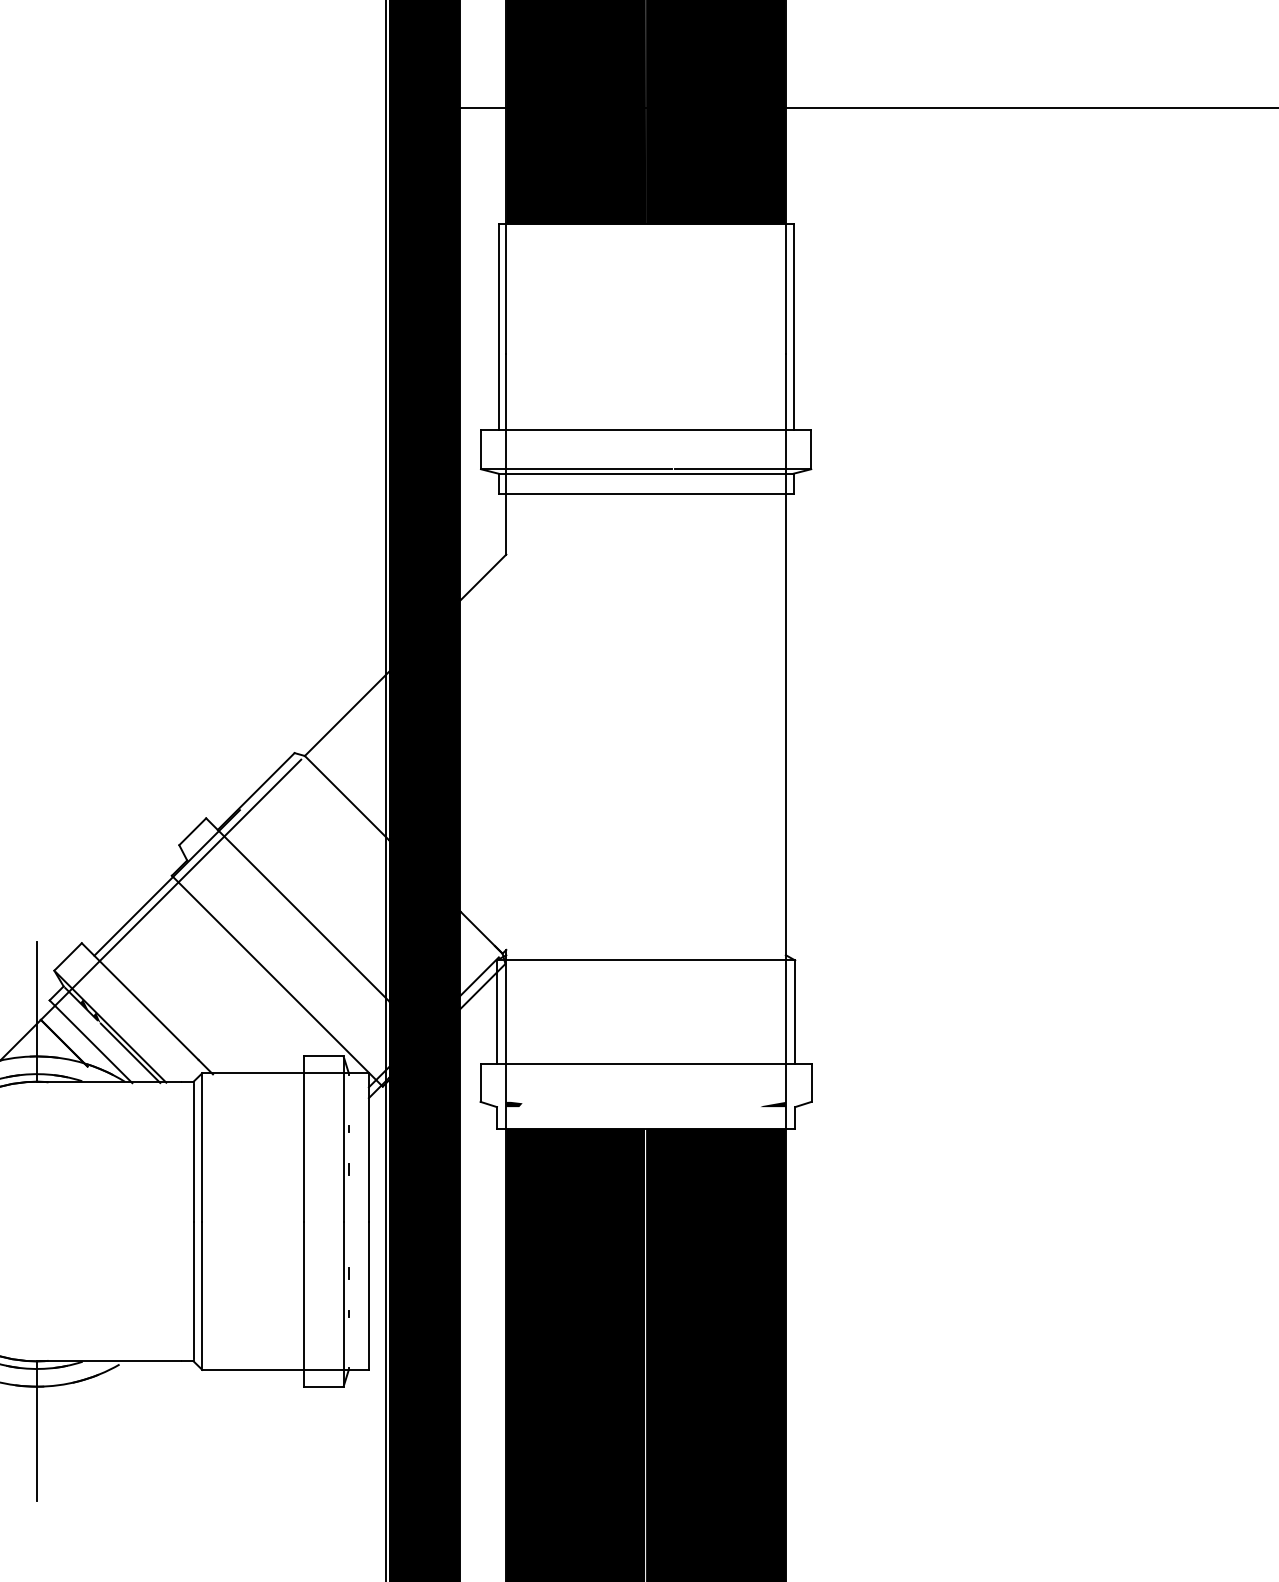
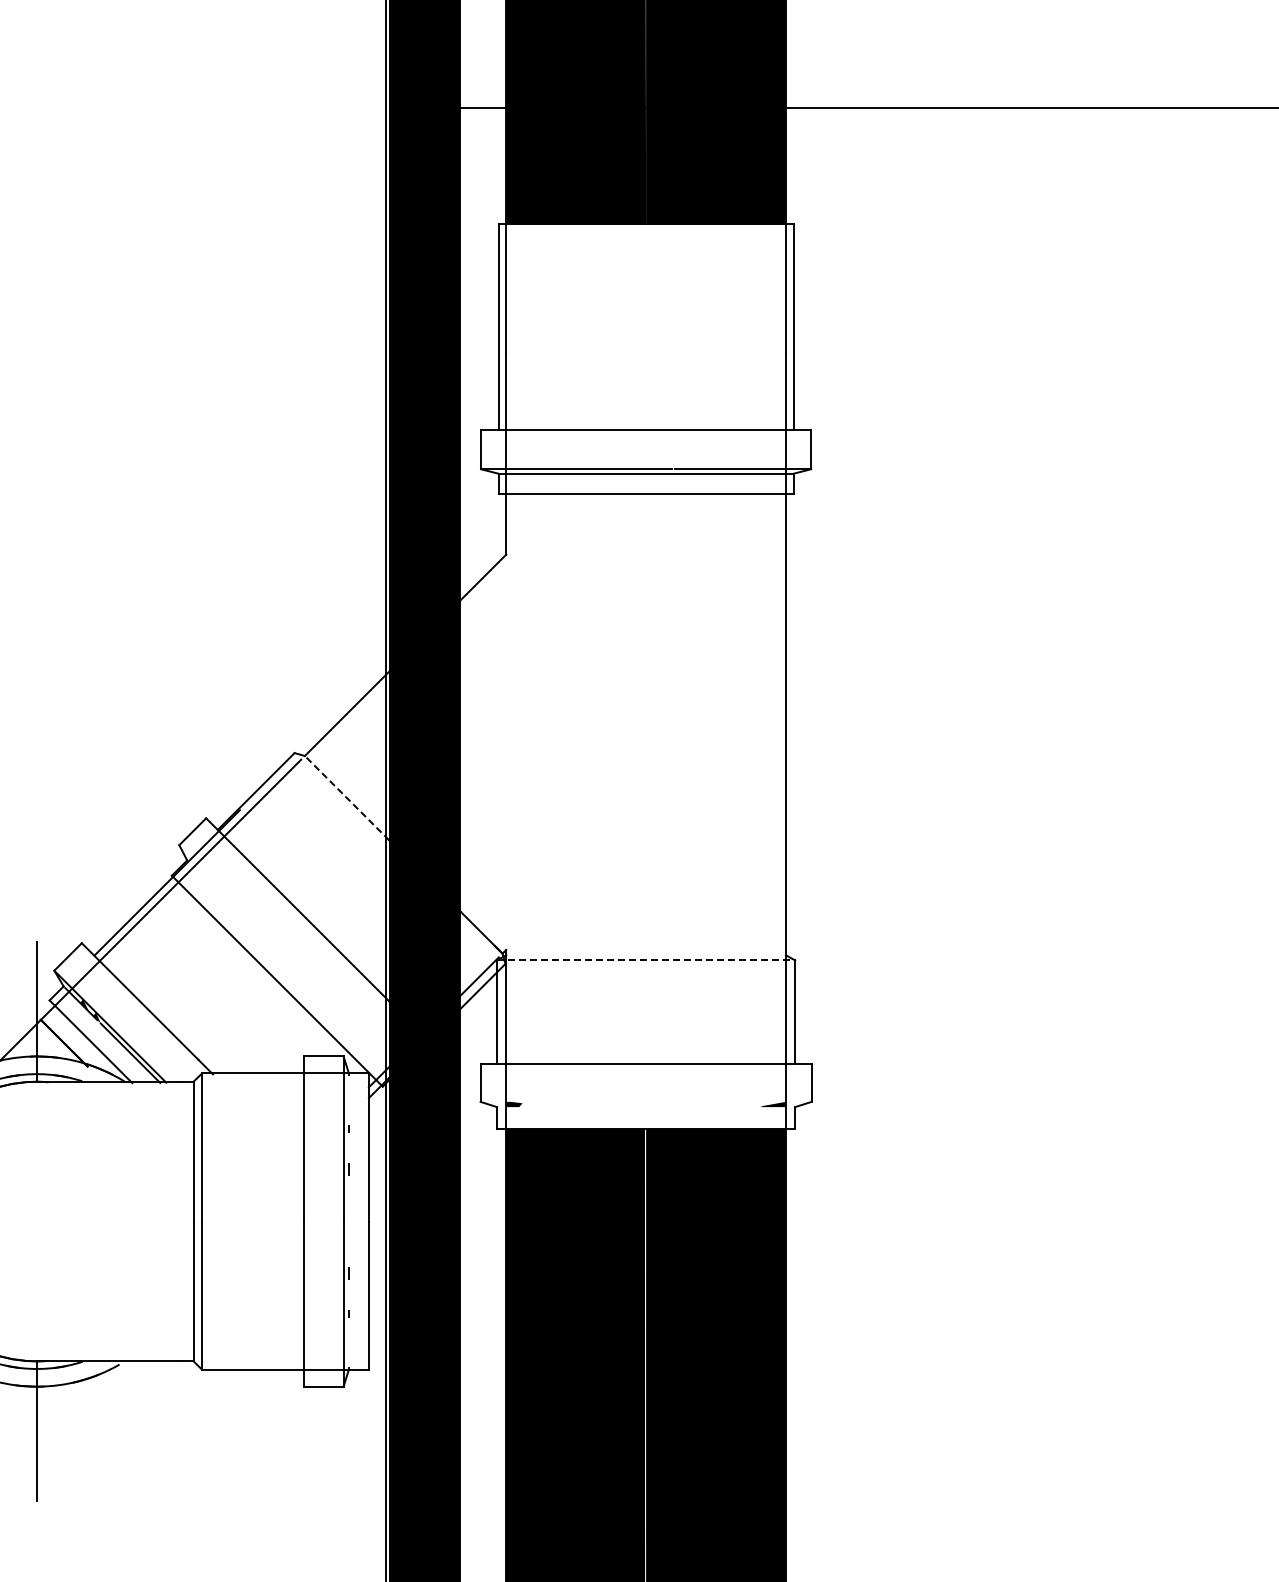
line at (347, 798): solid -> dashed
line at (646, 960): solid -> dashed
